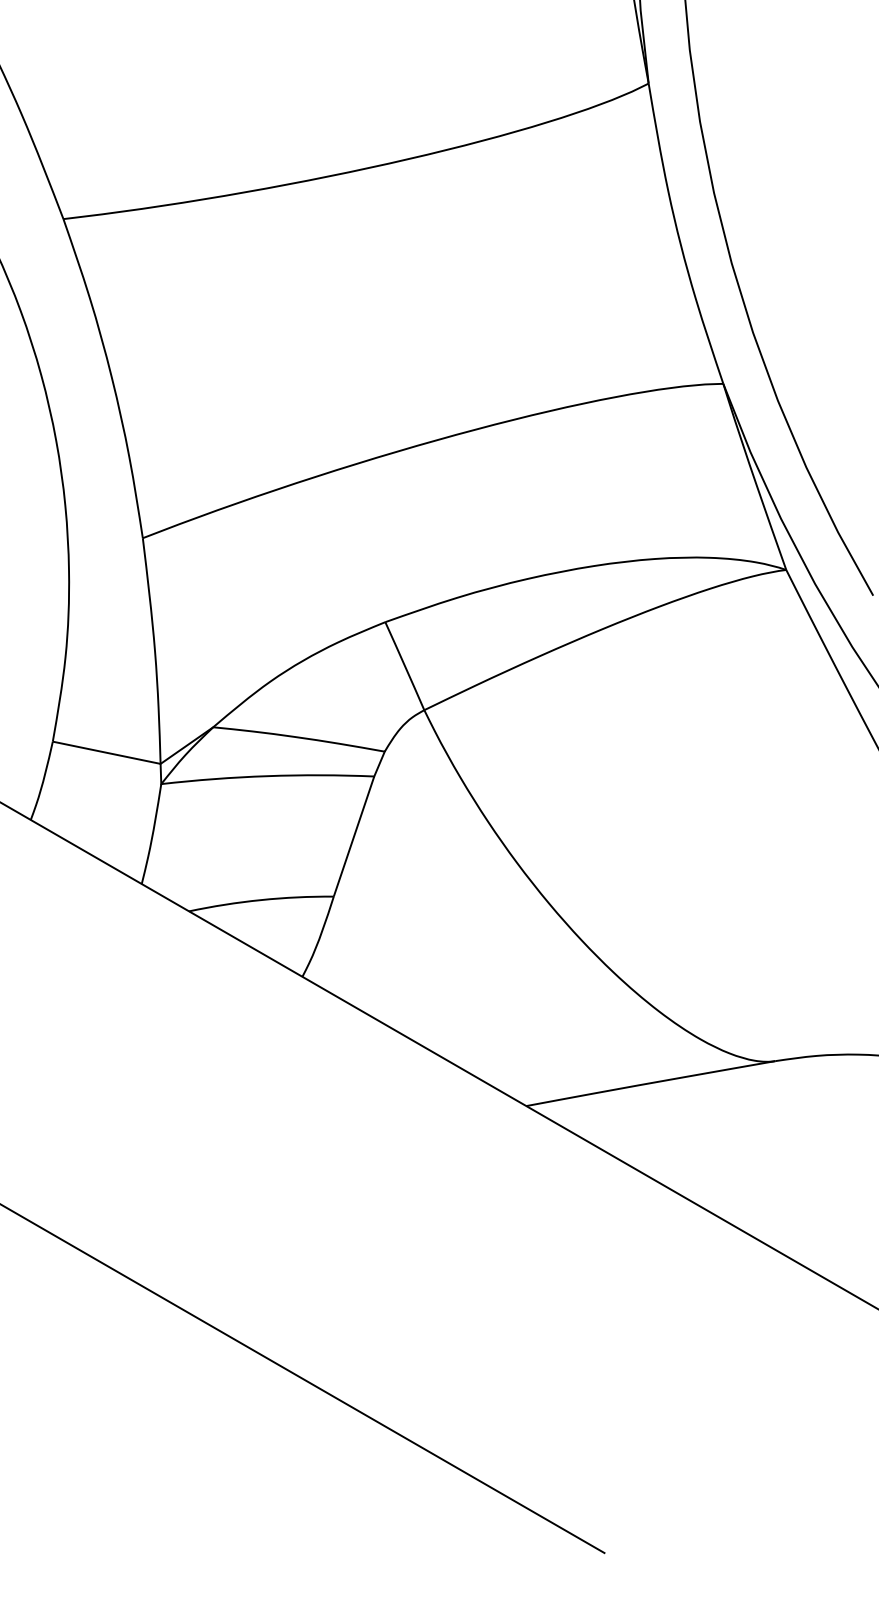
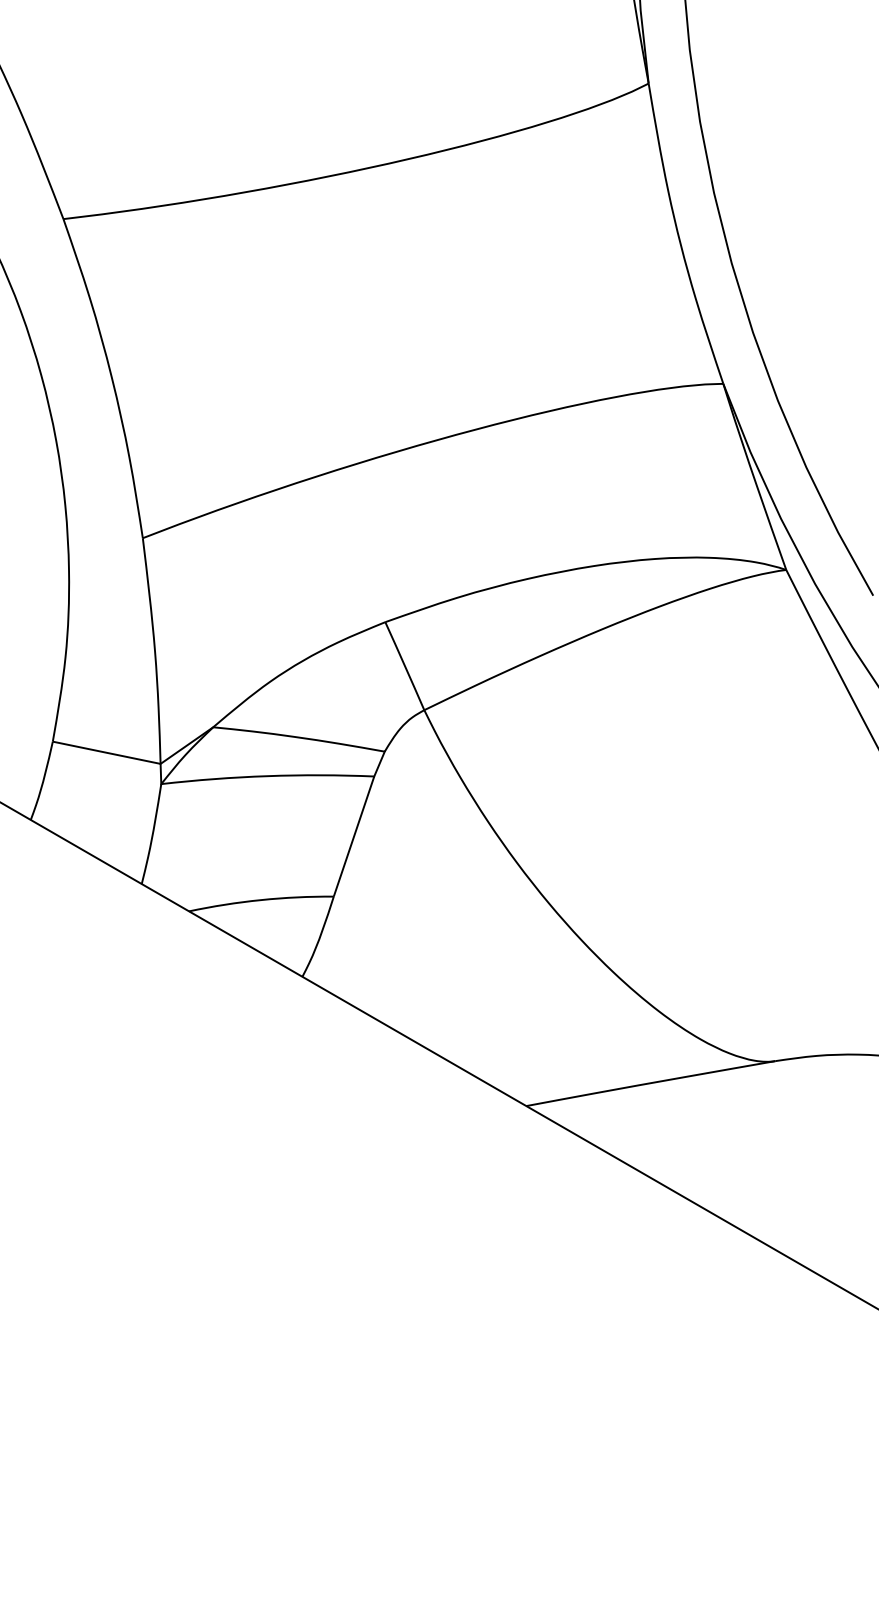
line at (303, 1379): present -> none
